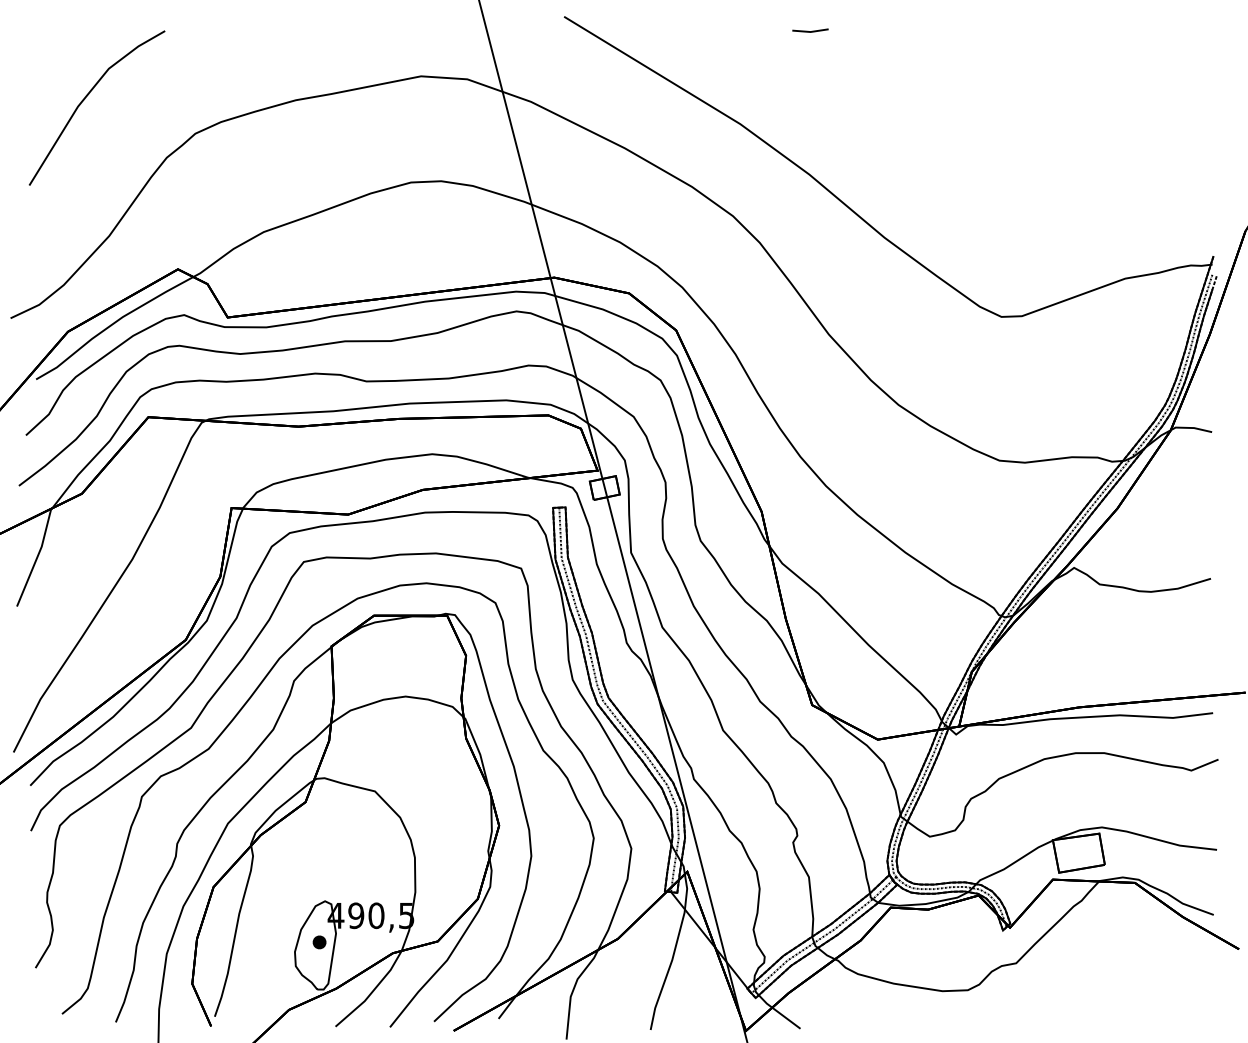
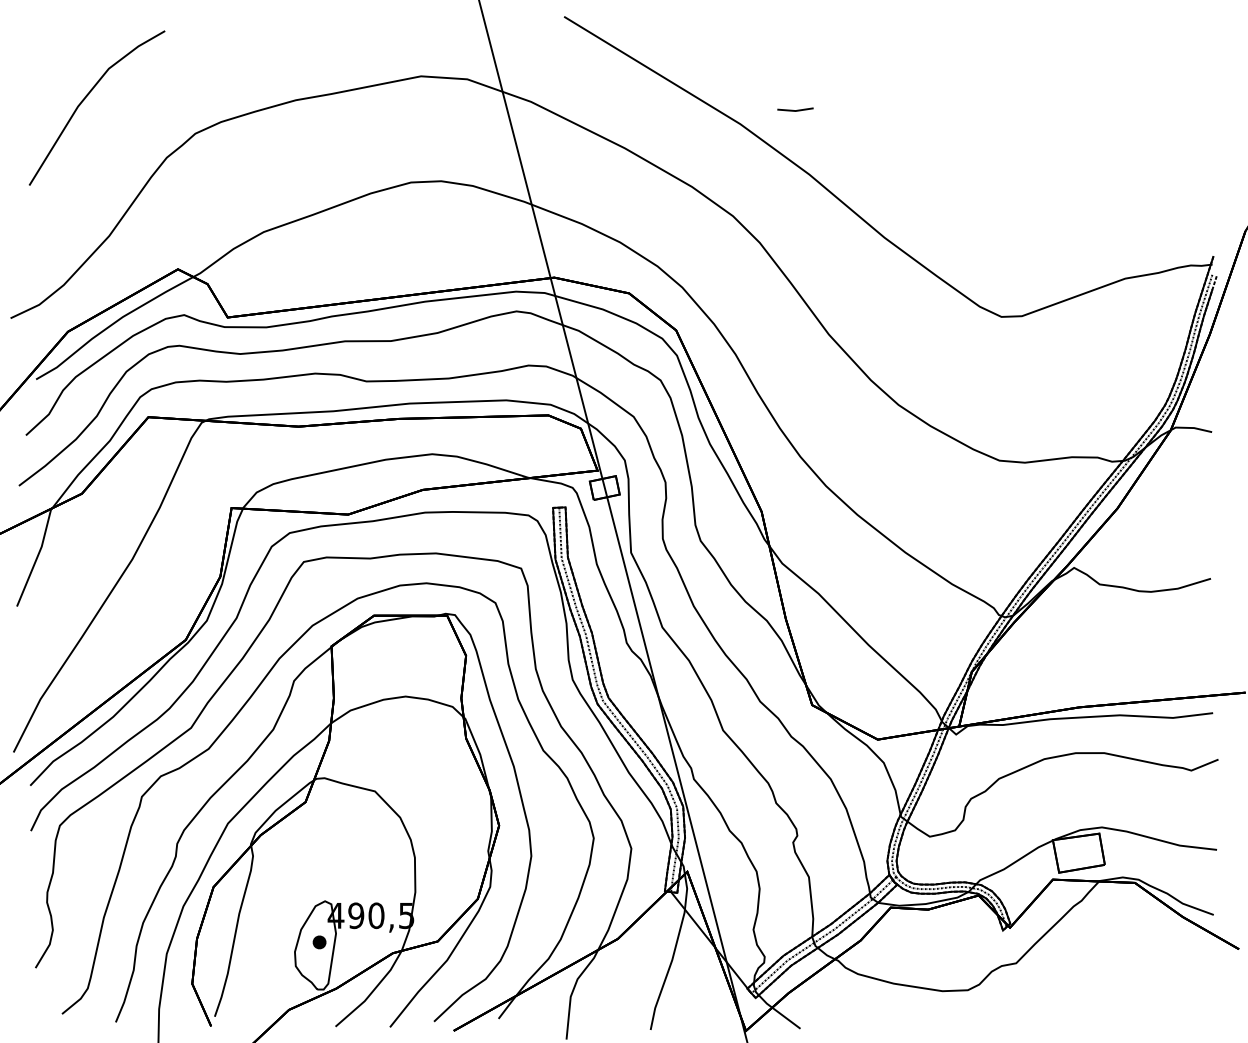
line at (810, 31) position: (810, 31) -> (795, 110)
